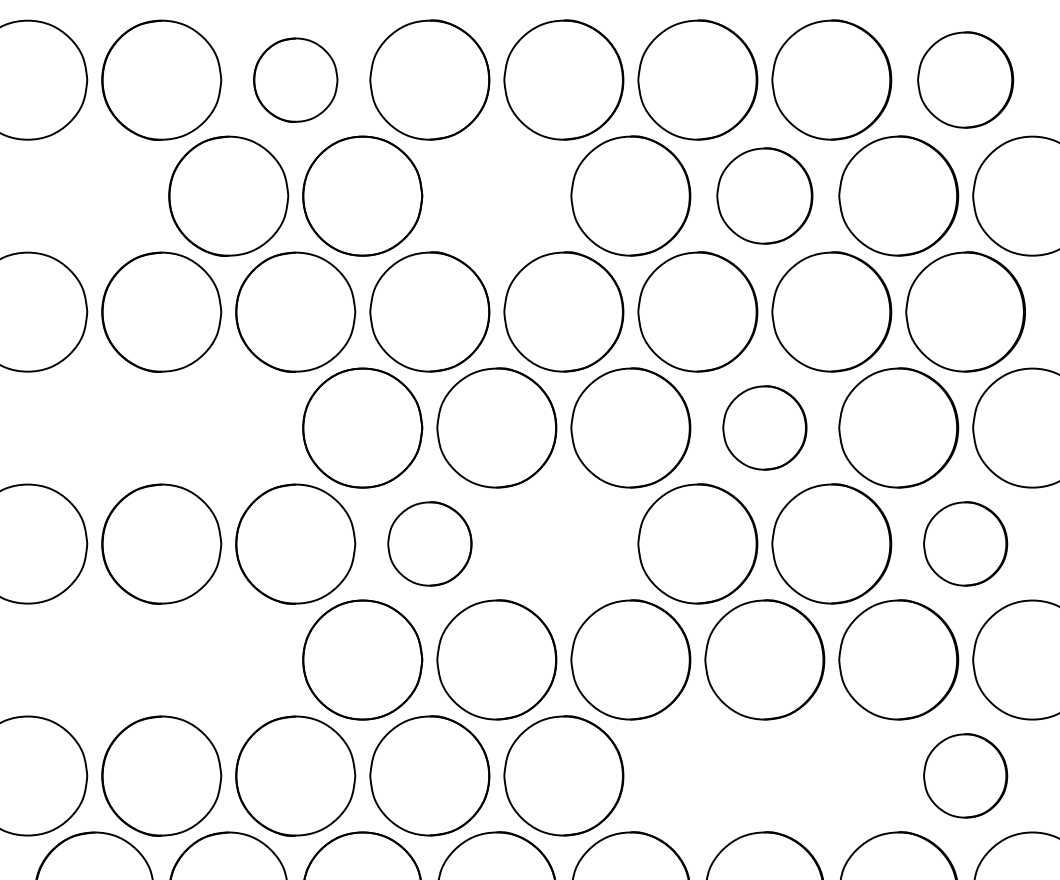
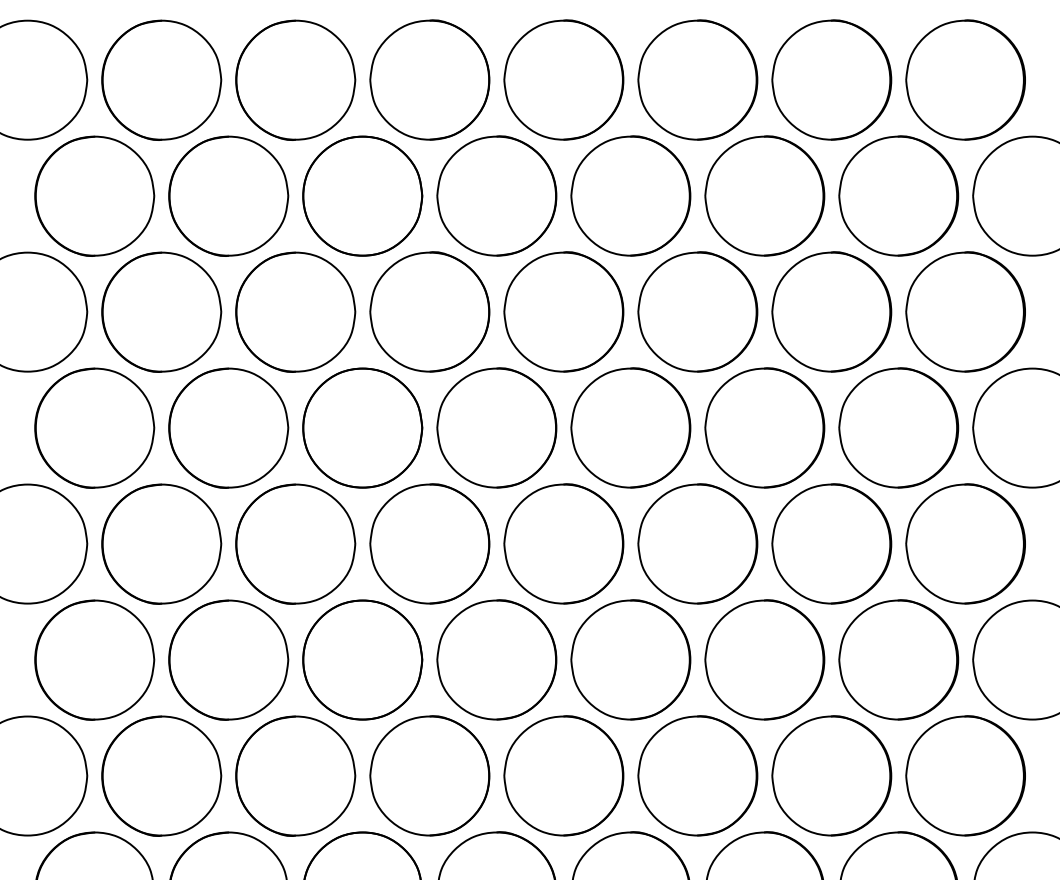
part at (295, 79) size: 86x86 px -> 122x122 px
part at (965, 79) size: 98x98 px -> 121x122 px
part at (94, 195): none -> present
part at (496, 195): none -> present
part at (764, 195) size: 98x98 px -> 122x122 px
part at (94, 427): none -> present
part at (228, 427): none -> present
part at (764, 427) size: 86x86 px -> 122x122 px
part at (429, 543) size: 86x86 px -> 122x122 px
part at (563, 543): none -> present
part at (965, 543) size: 86x86 px -> 121x122 px
part at (94, 659): none -> present
part at (228, 659): none -> present
part at (697, 775): none -> present
part at (831, 775): none -> present
part at (965, 775) size: 86x86 px -> 121x122 px
